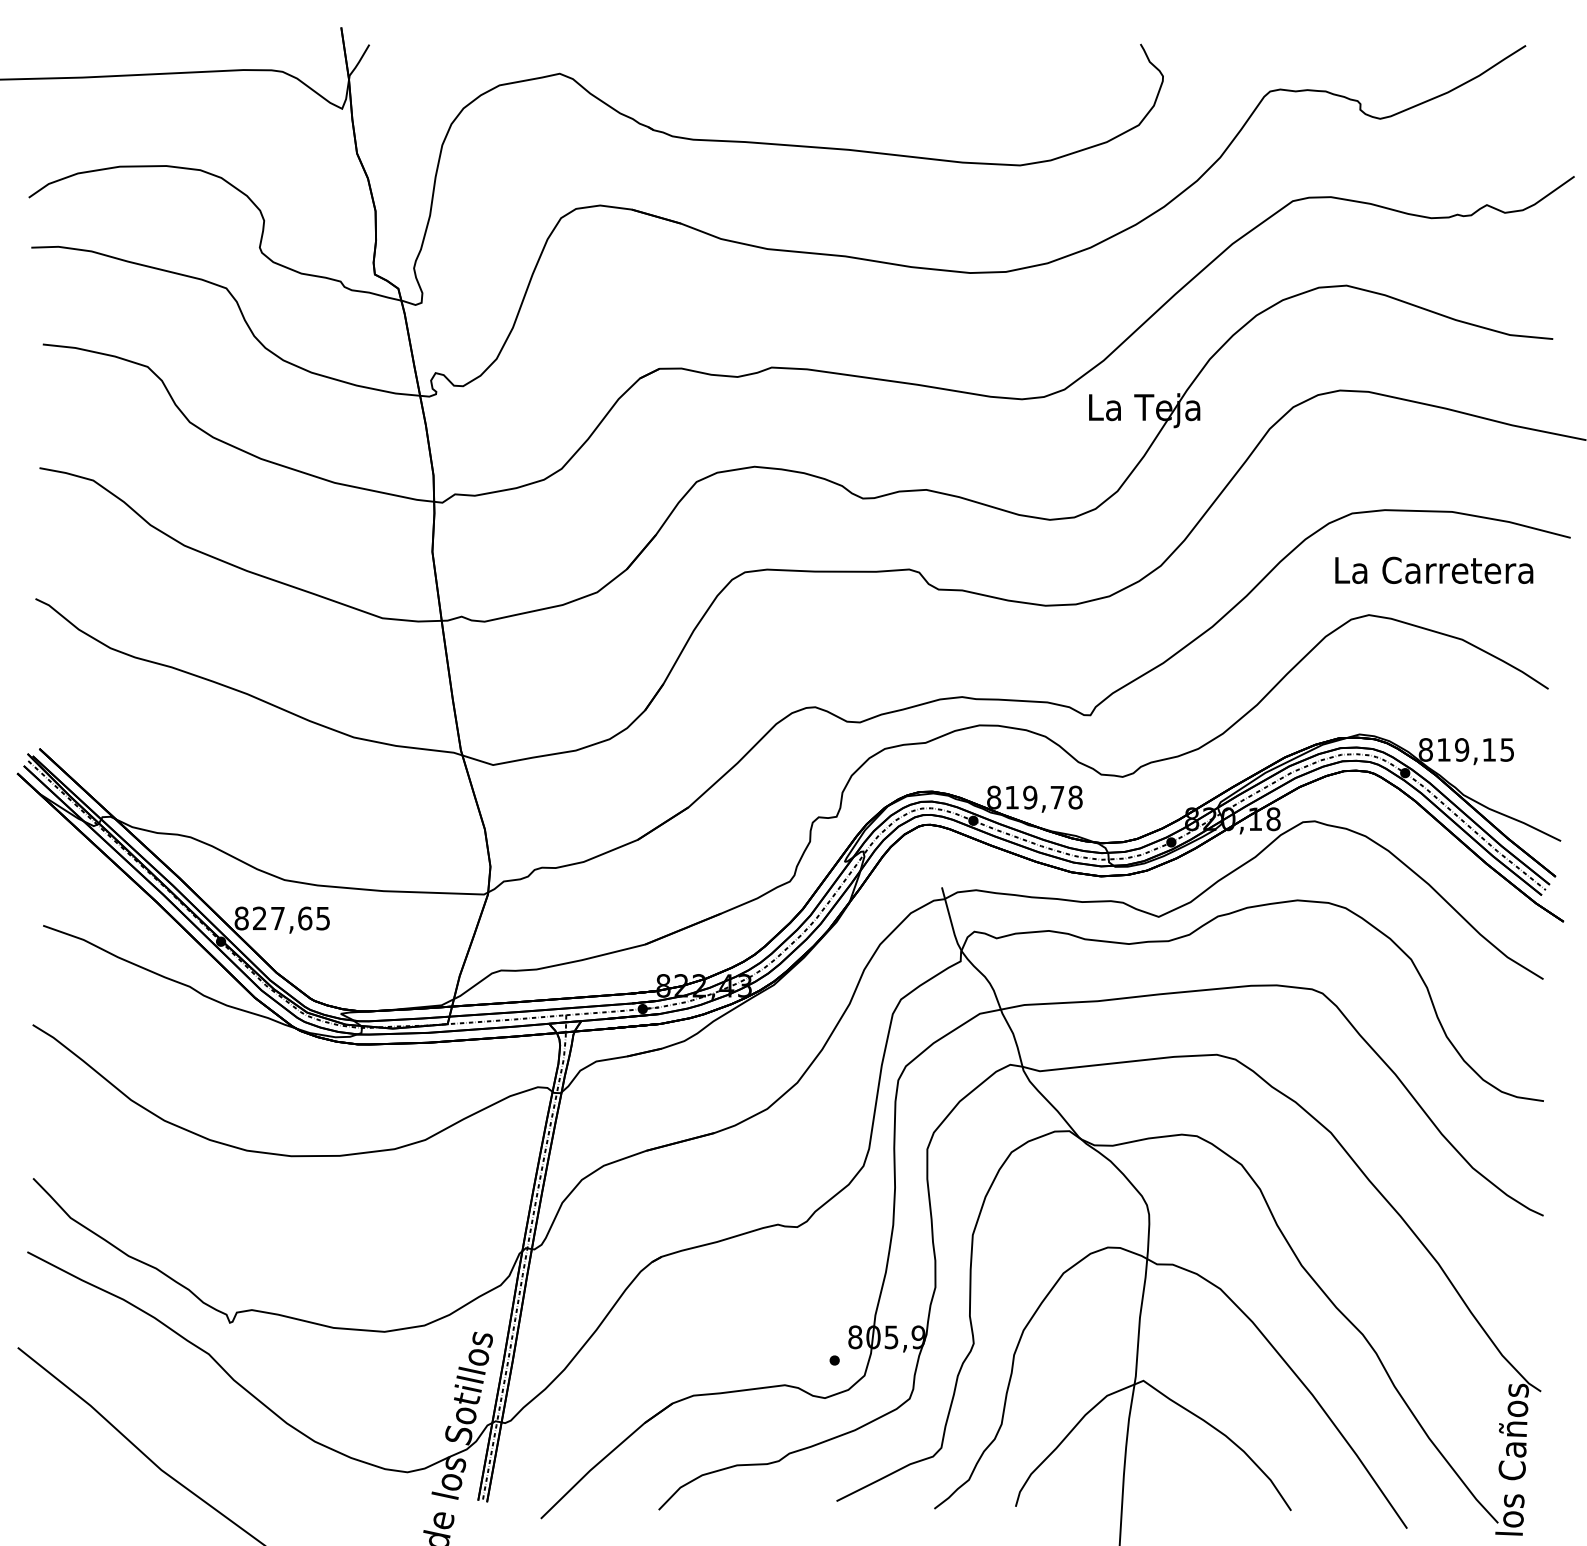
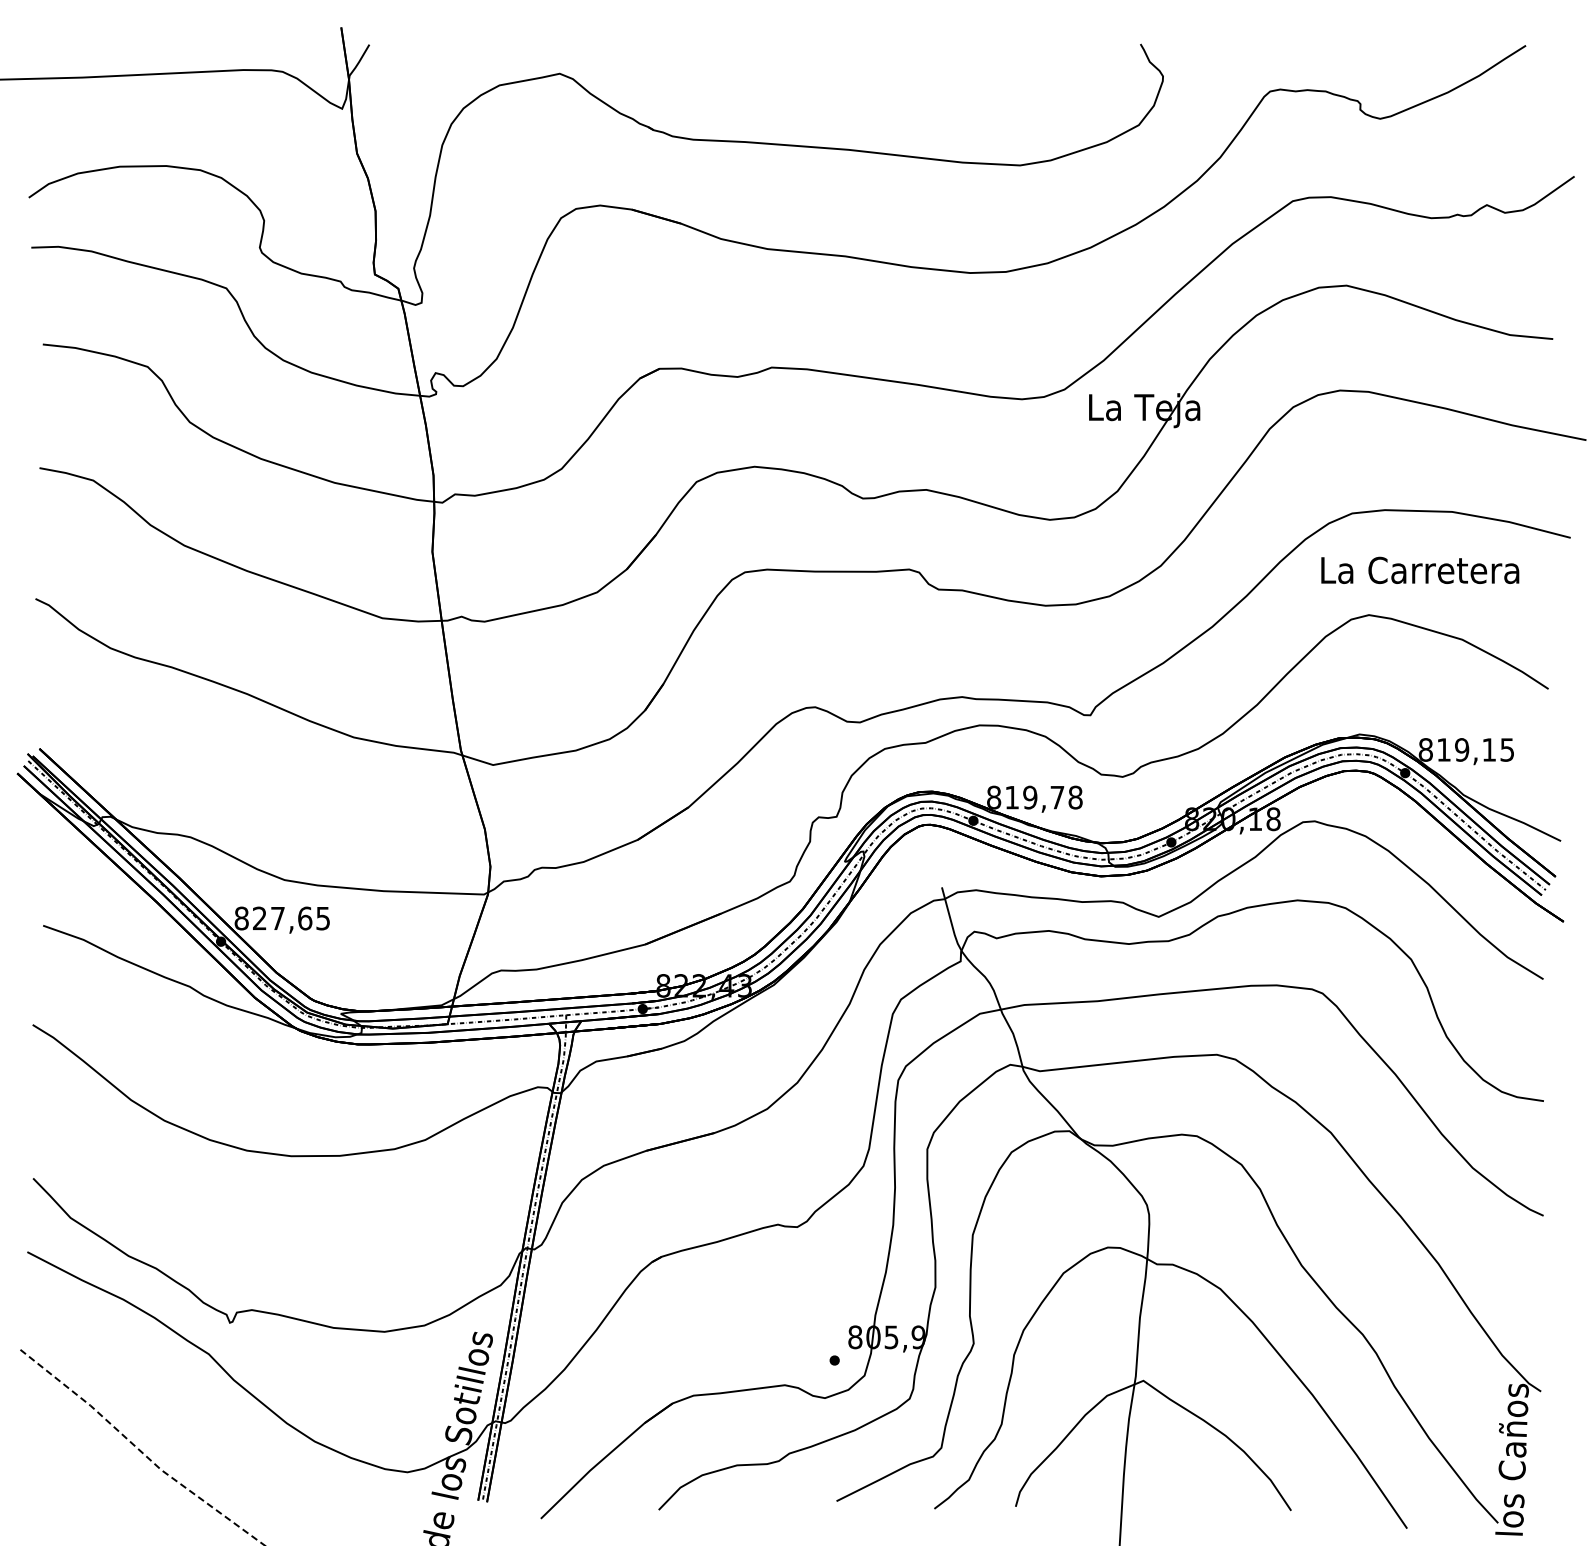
text at (1434, 569) position: (1434, 569) -> (1420, 569)
line at (138, 1449): solid -> dashed
